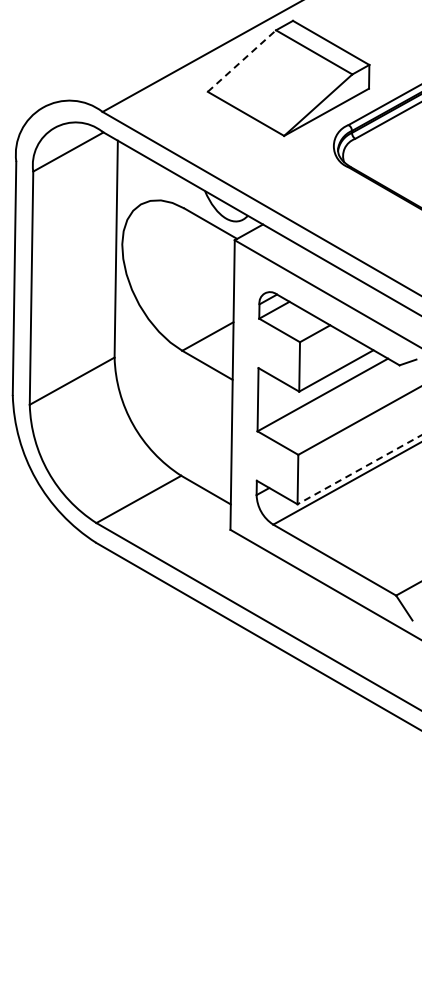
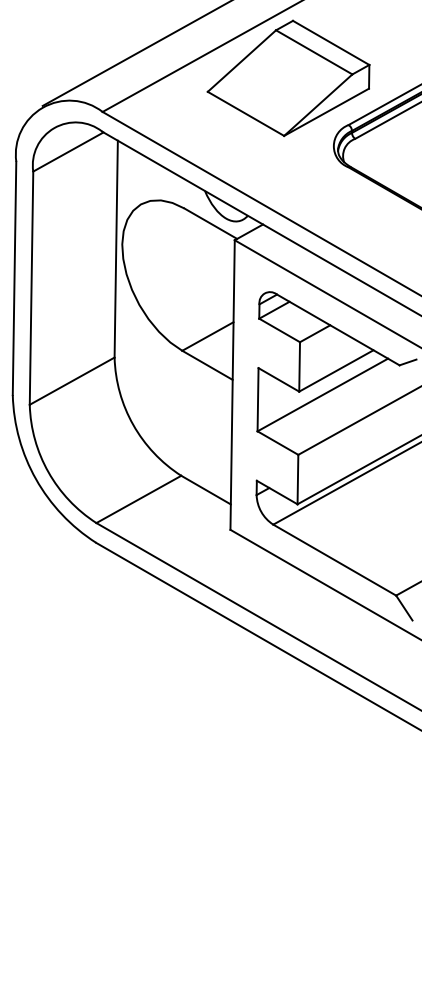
line at (135, 53): none -> present
line at (241, 61): dashed -> solid
line at (359, 469): dashed -> solid
